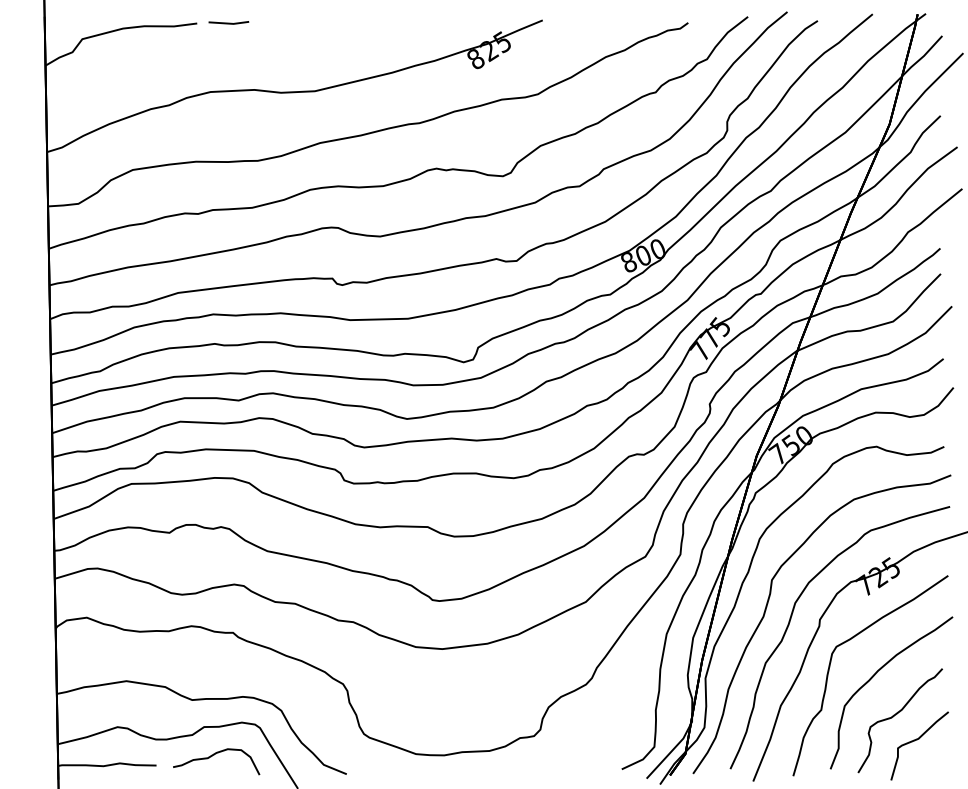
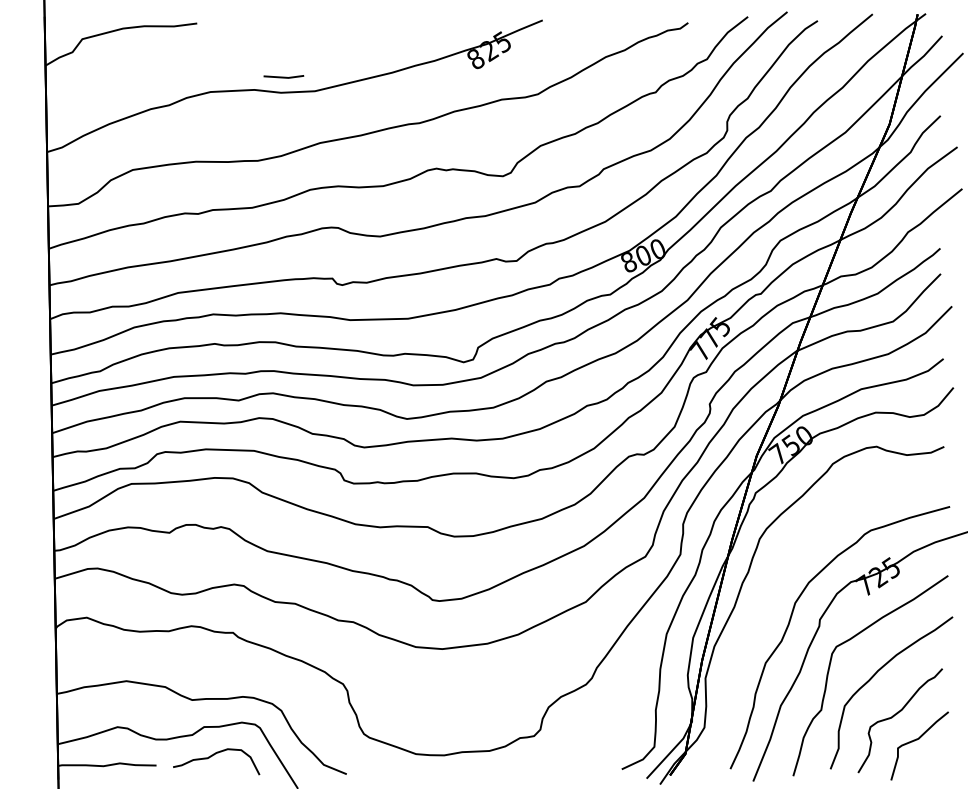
line at (228, 22) position: (228, 22) -> (283, 76)
part at (767, 607): present -> none
